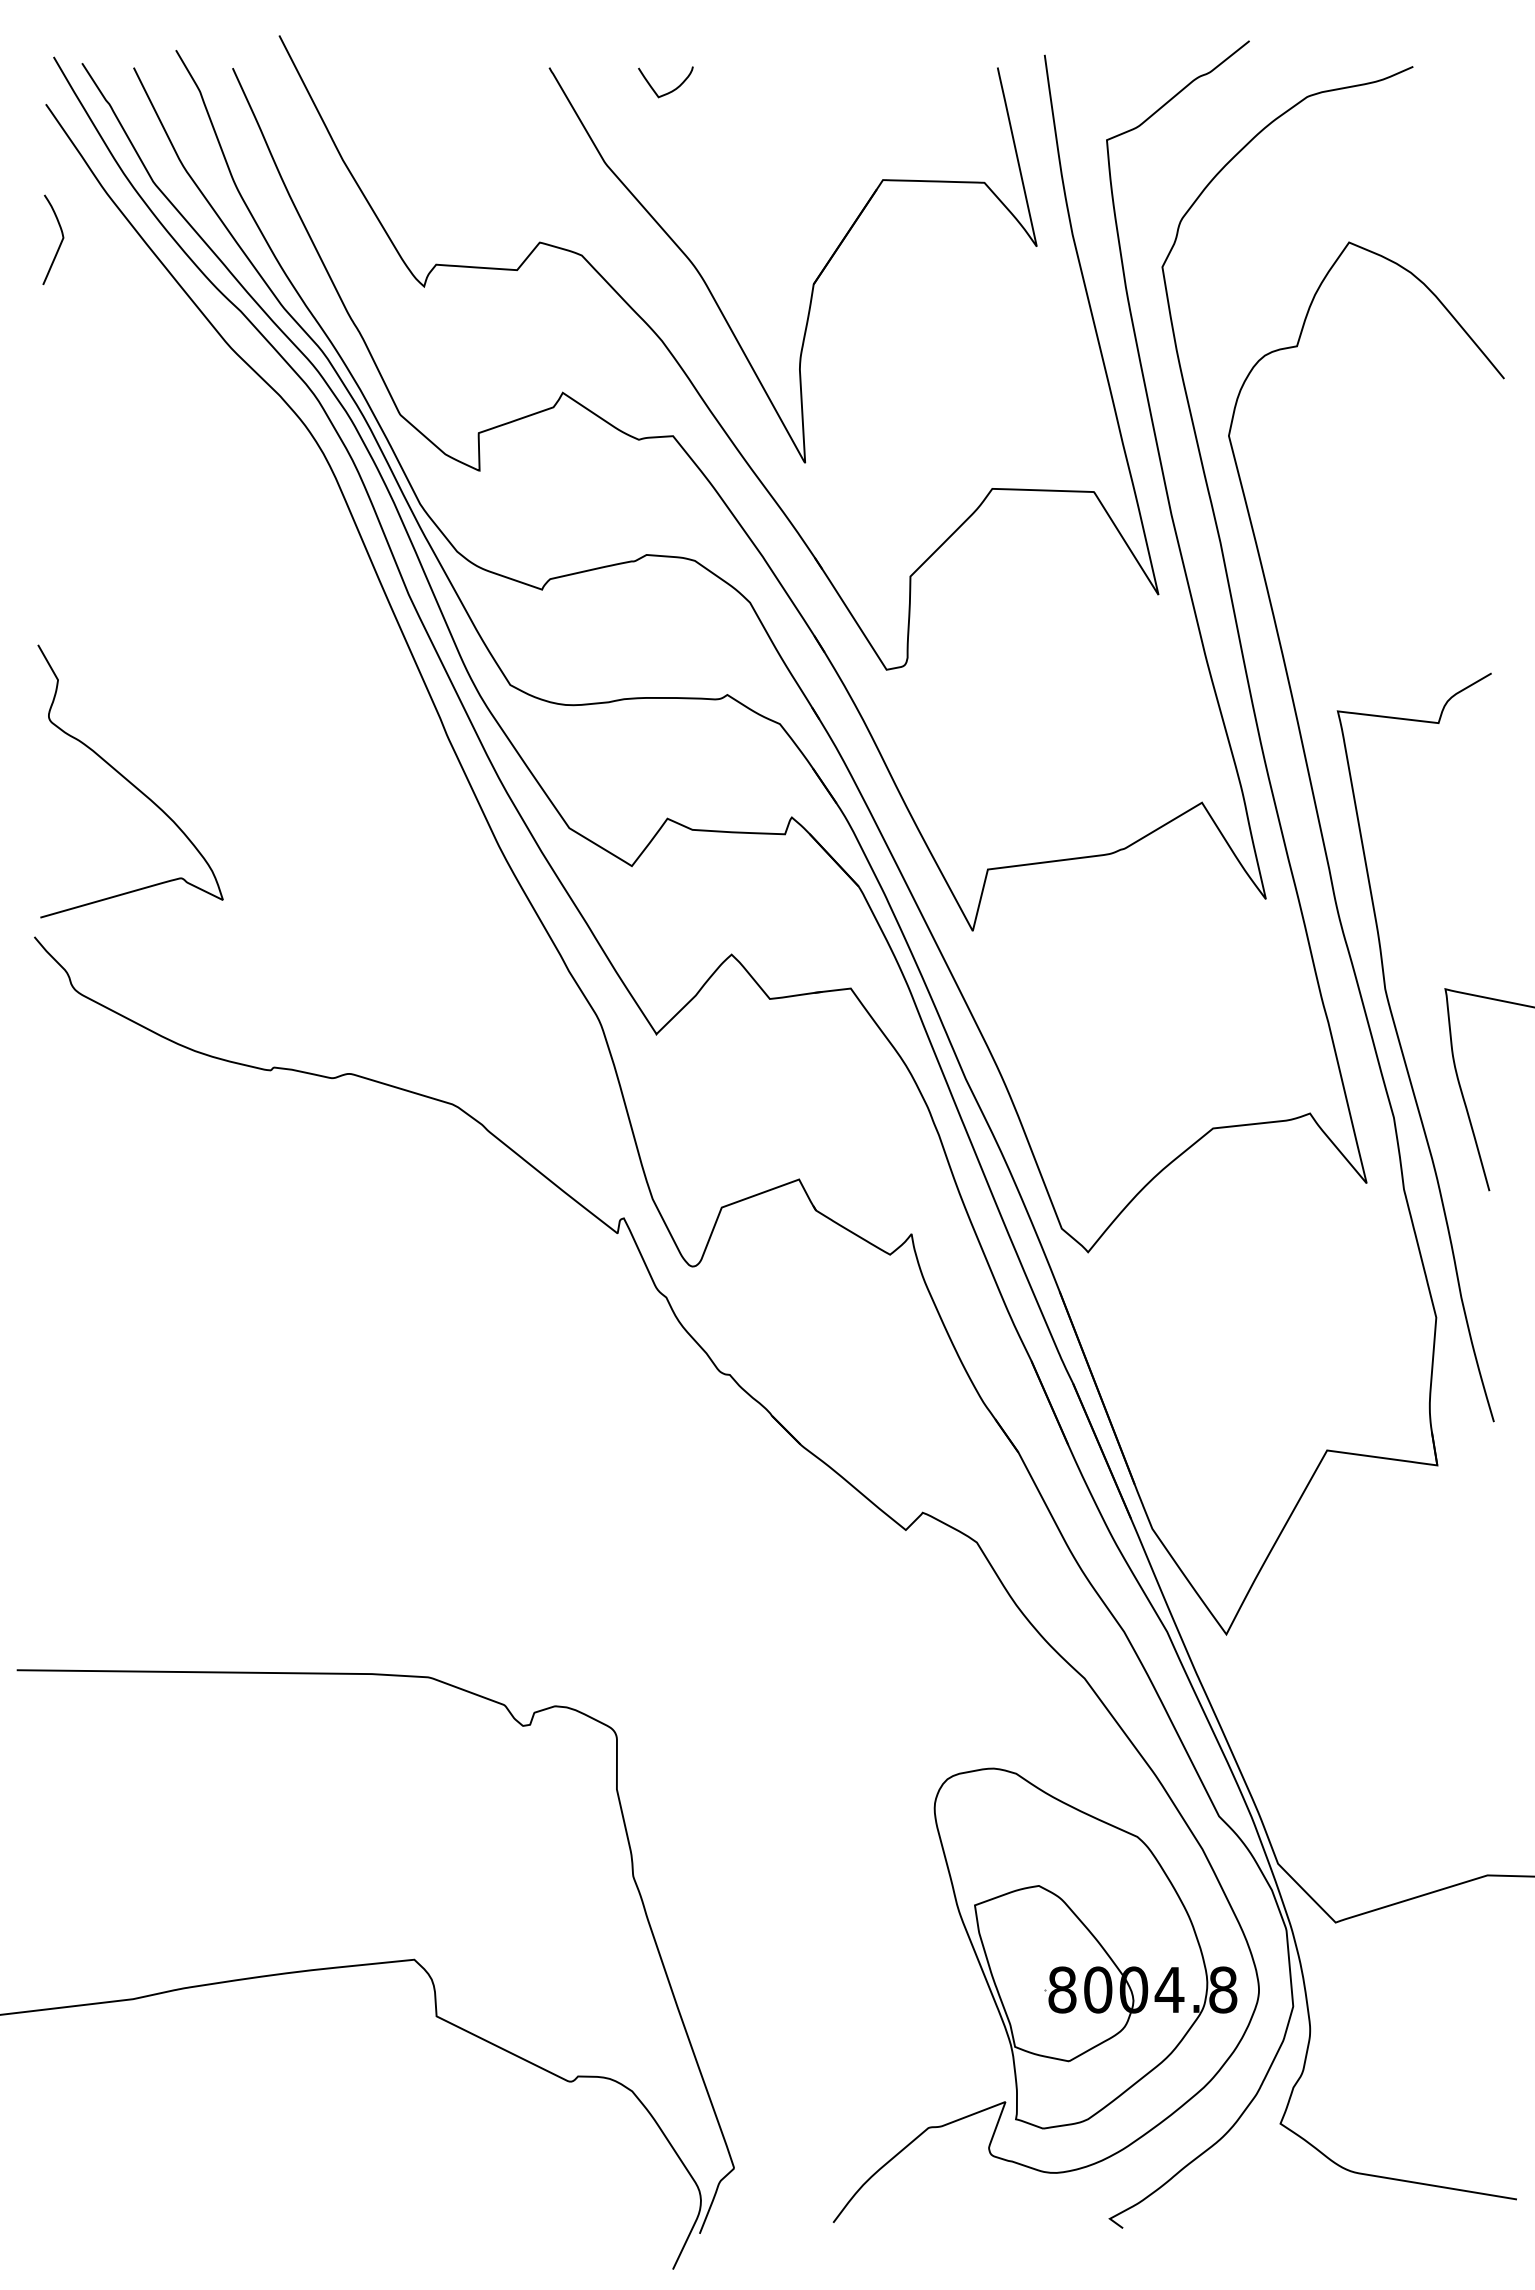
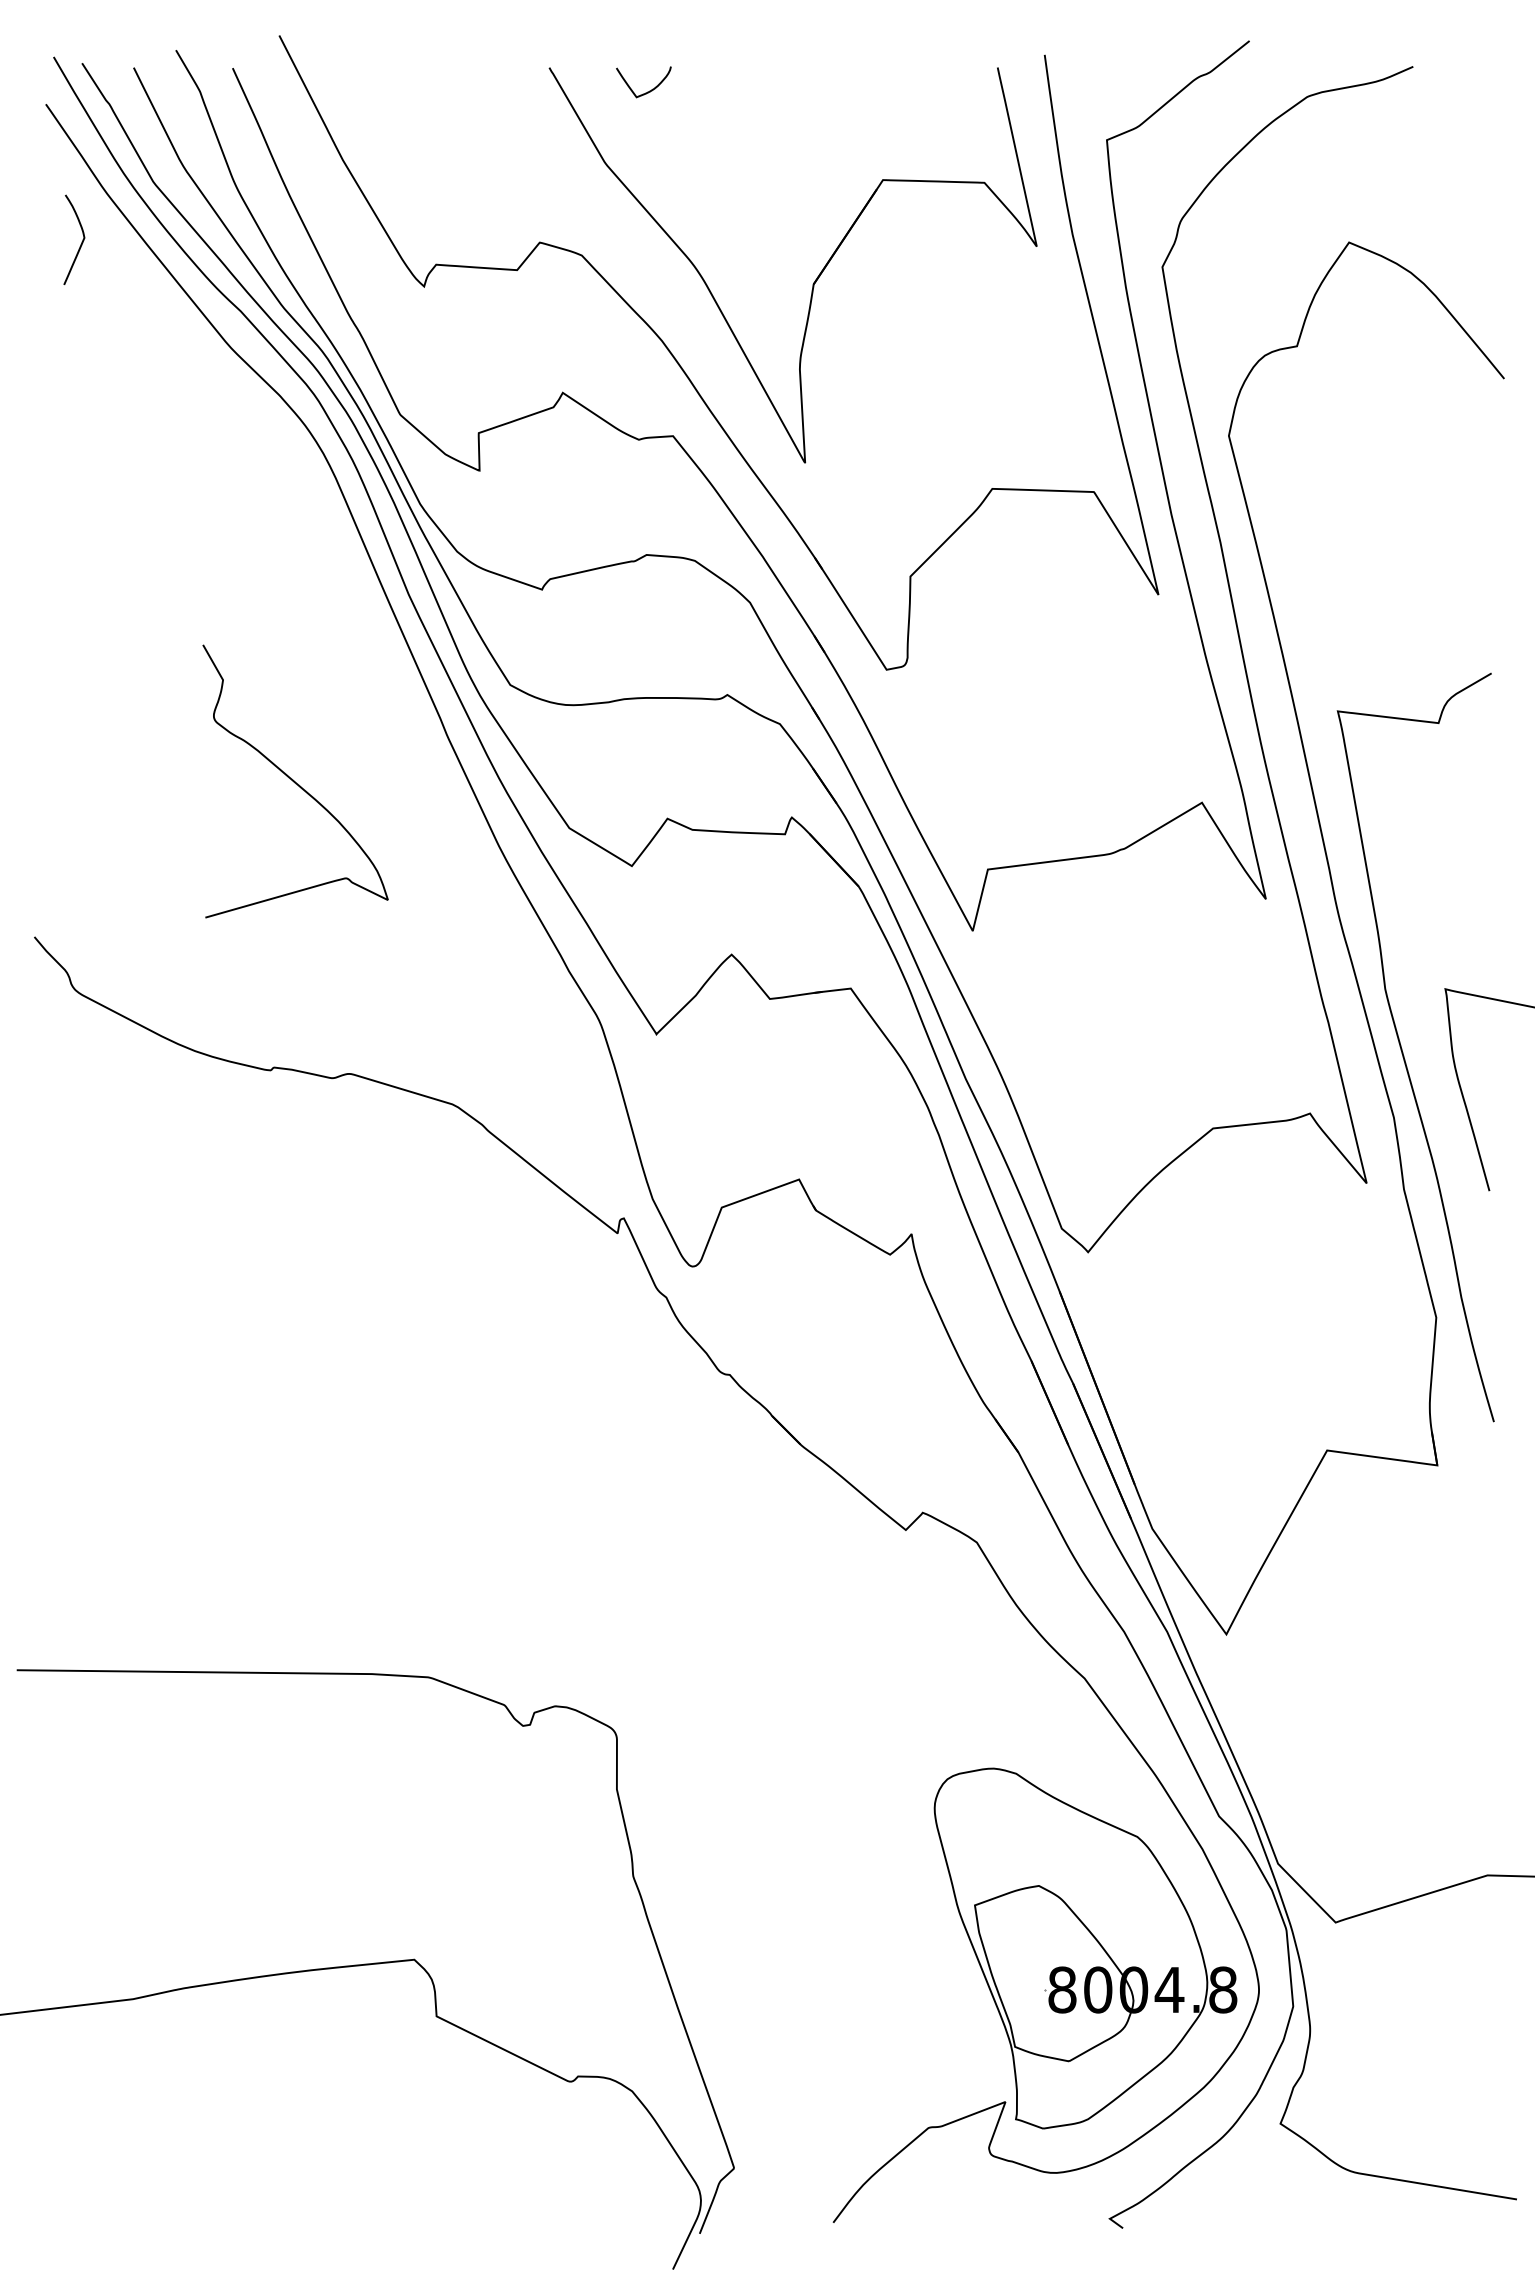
curve at (669, 91) position: (669, 91) -> (647, 91)
curve at (60, 241) position: (60, 241) -> (81, 241)
curve at (130, 781) position: (130, 781) -> (295, 781)
